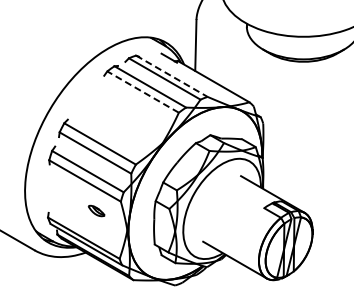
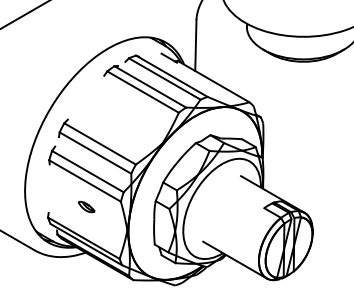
line at (24, 15): none -> present
line at (172, 76): dashed -> solid
line at (142, 91): dashed -> solid
part at (96, 210) position: (96, 210) -> (86, 206)
